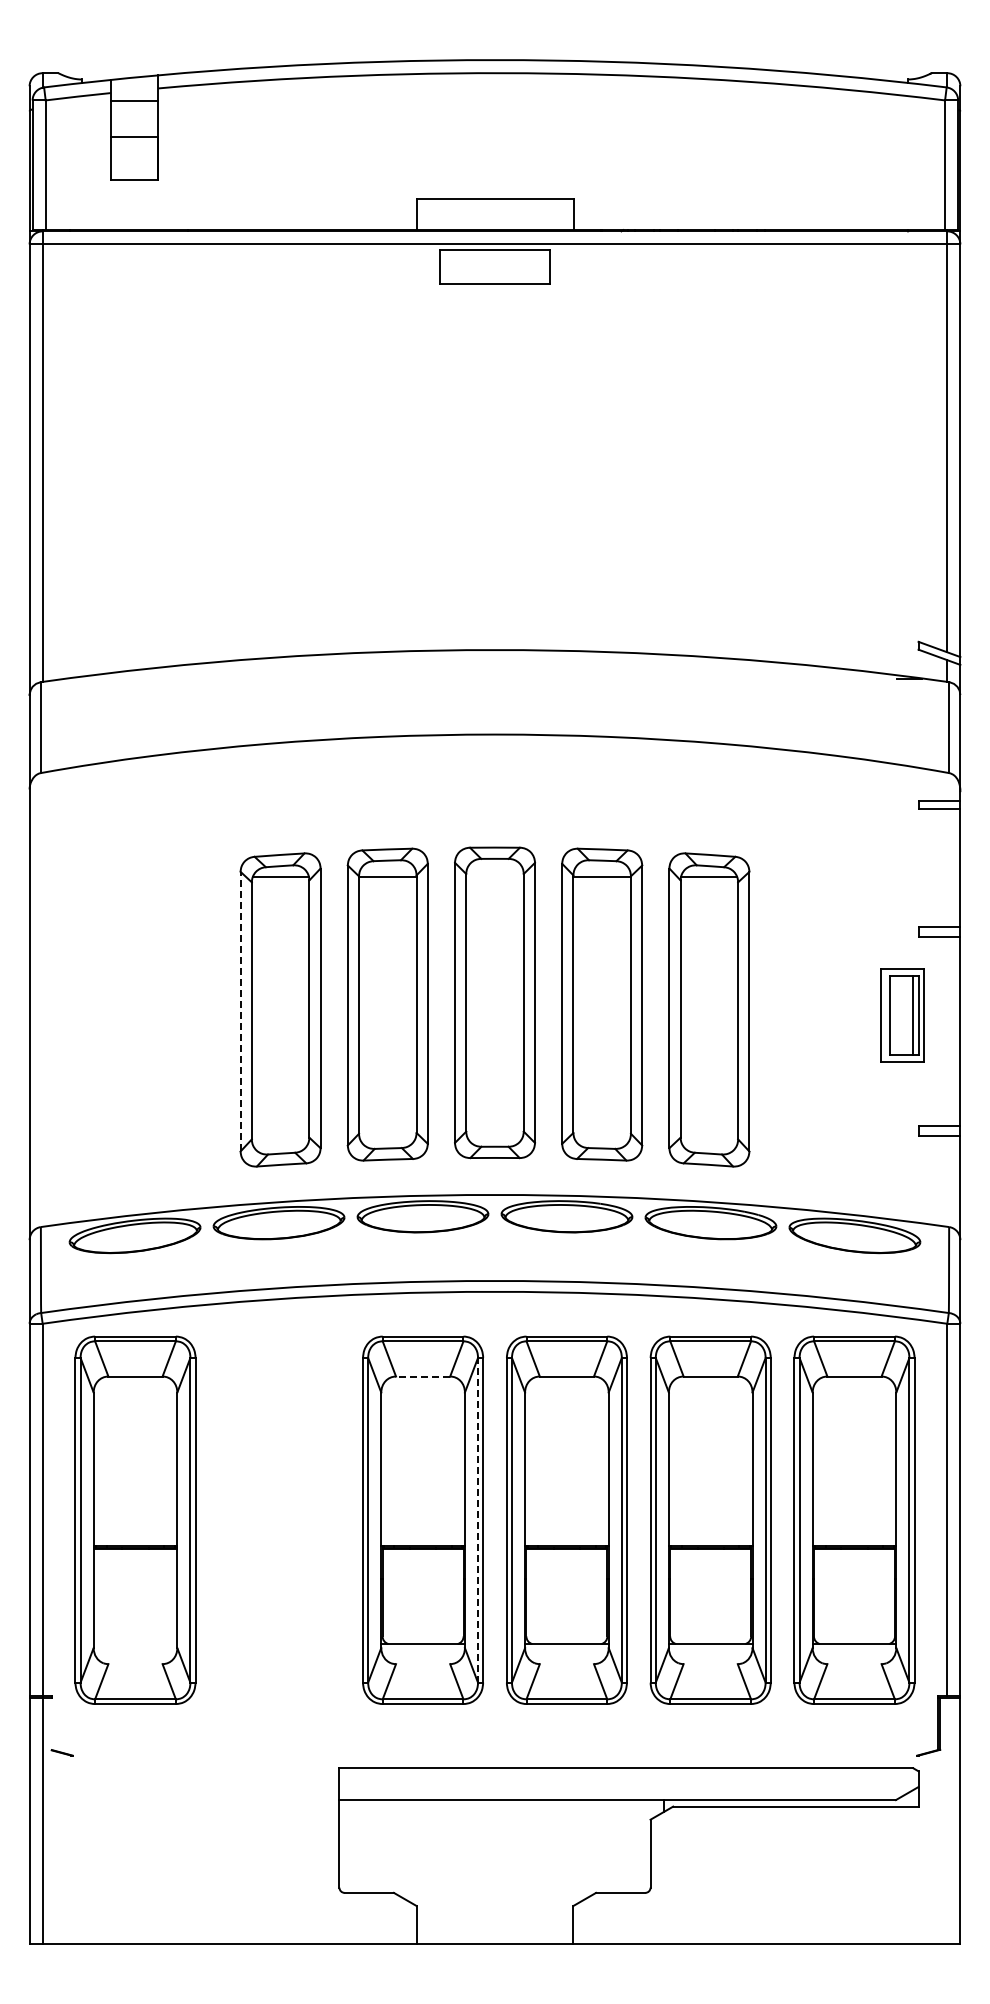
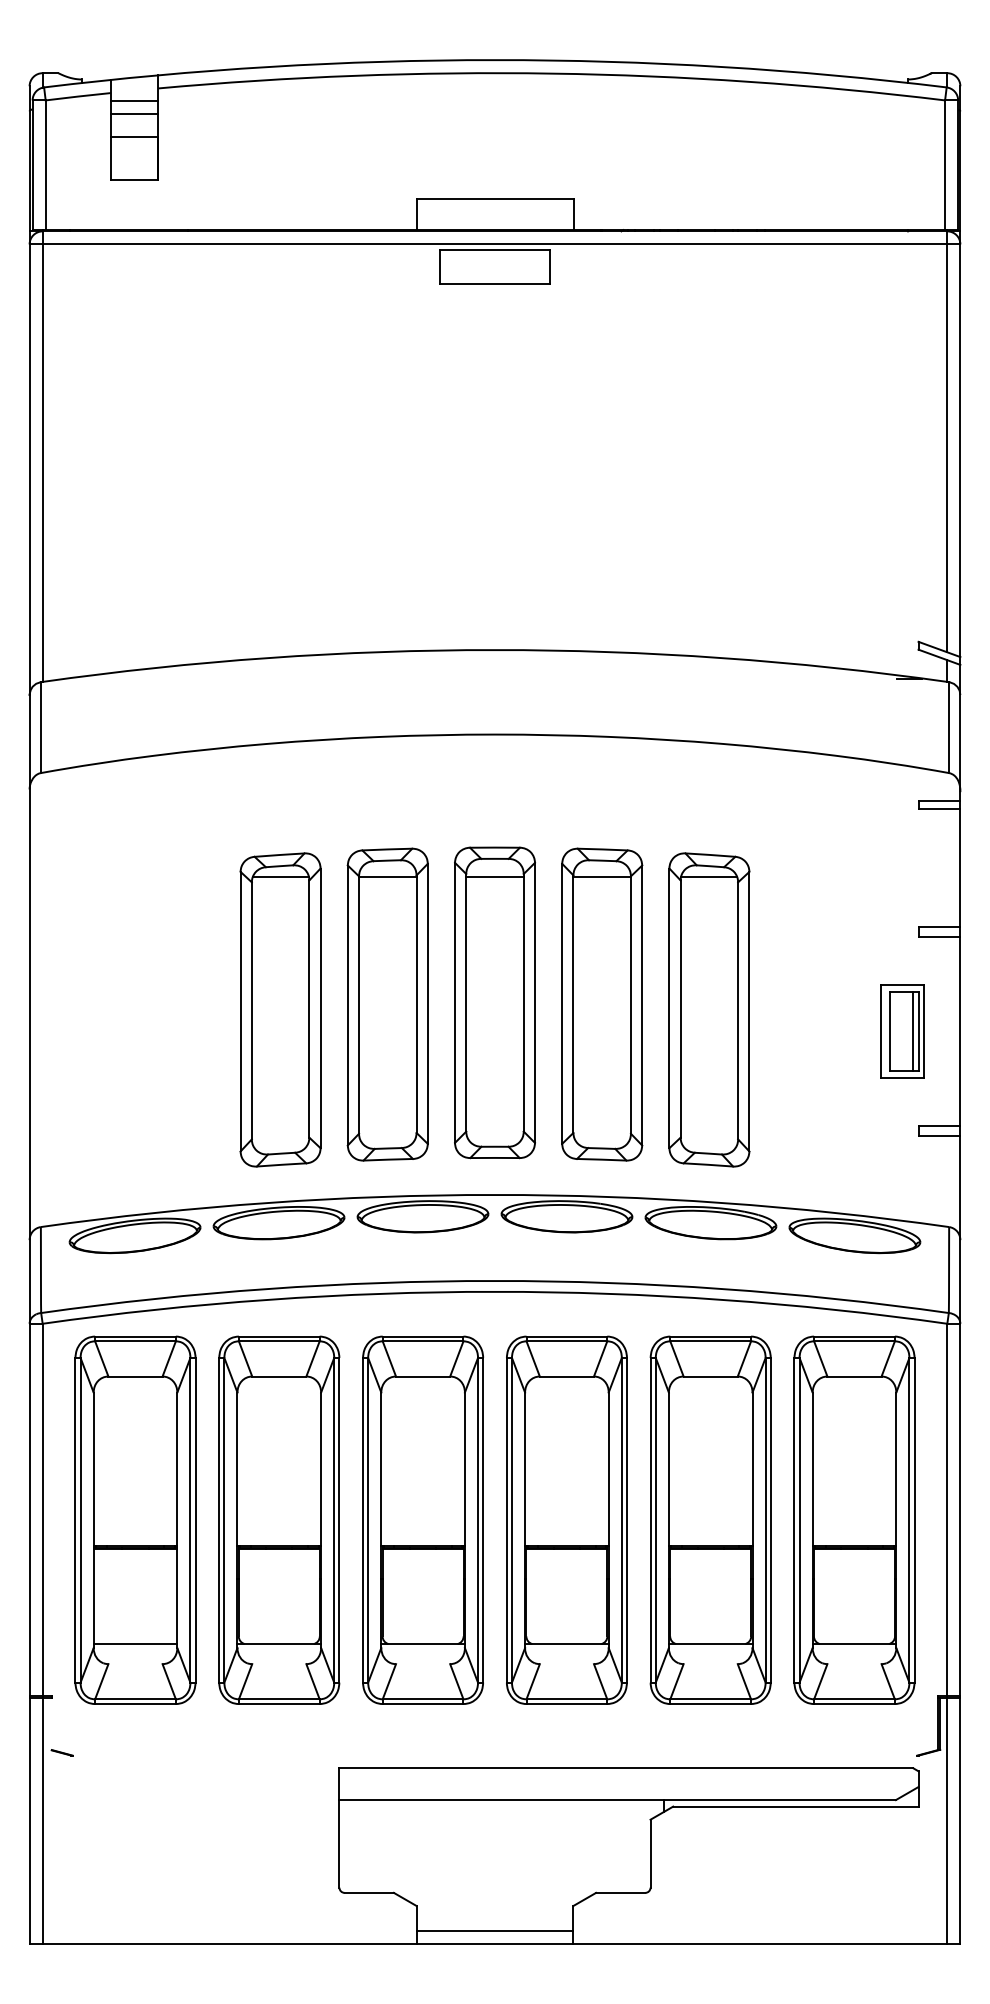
line at (134, 113): none -> present
line at (494, 877): none -> present
line at (240, 1011): dashed -> solid
part at (902, 1015) position: (902, 1015) -> (902, 1031)
line at (422, 1376): dashed -> solid
part at (279, 1519): none -> present
line at (478, 1519): dashed -> solid
line at (135, 1644): none -> present
line at (947, 1820): none -> present
line at (494, 1931): none -> present
